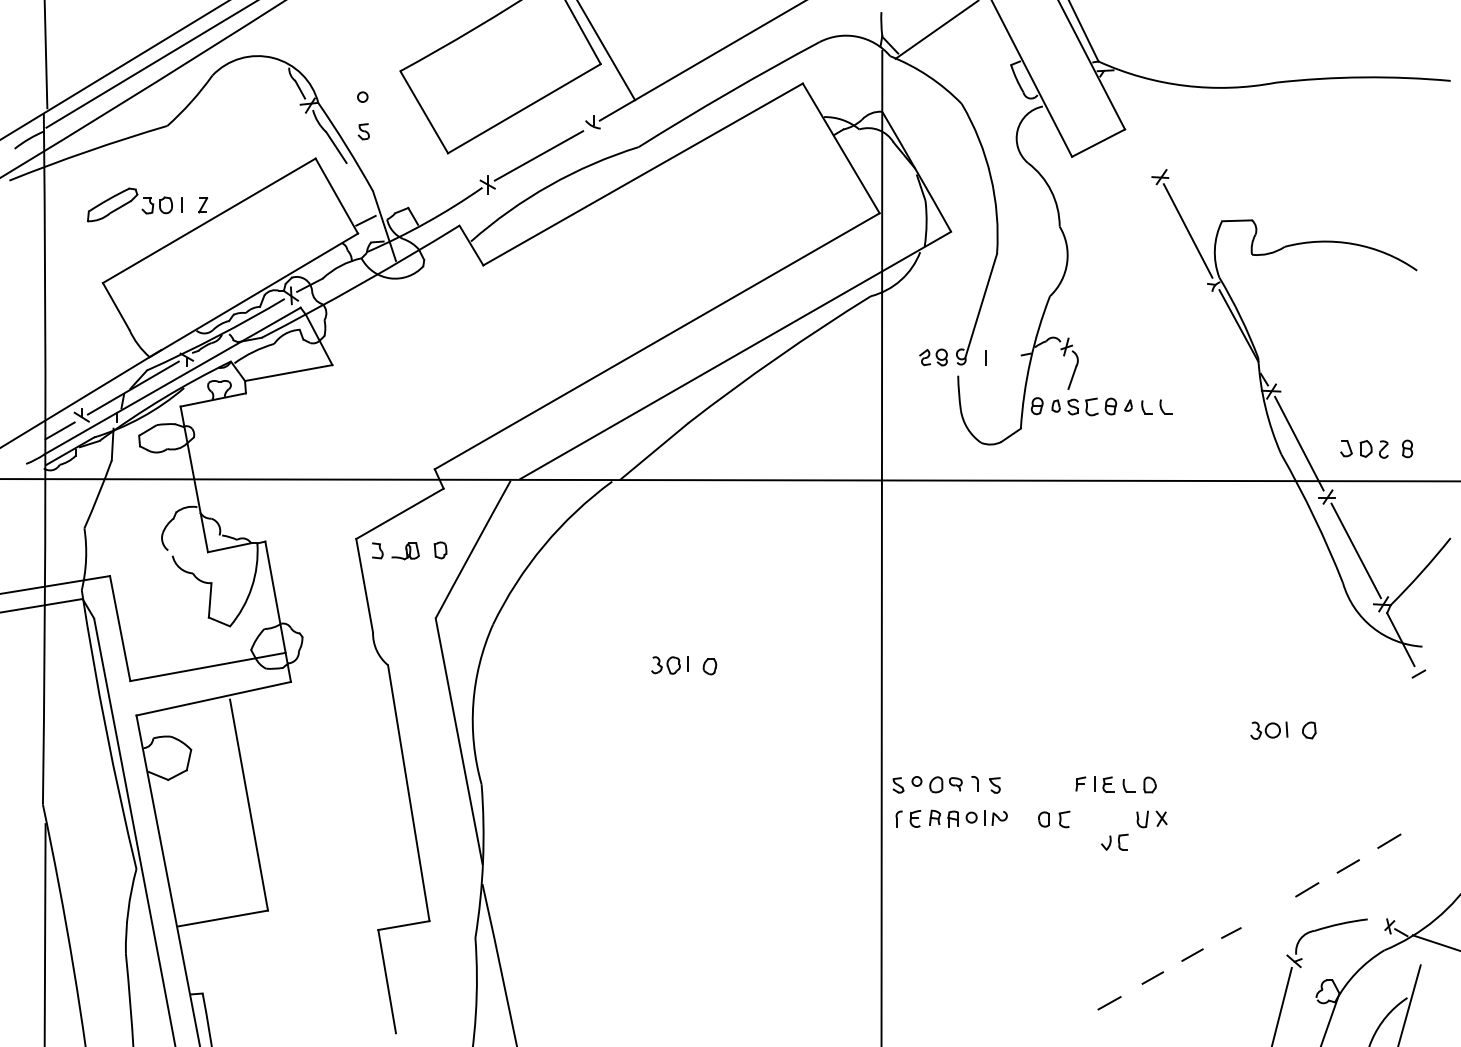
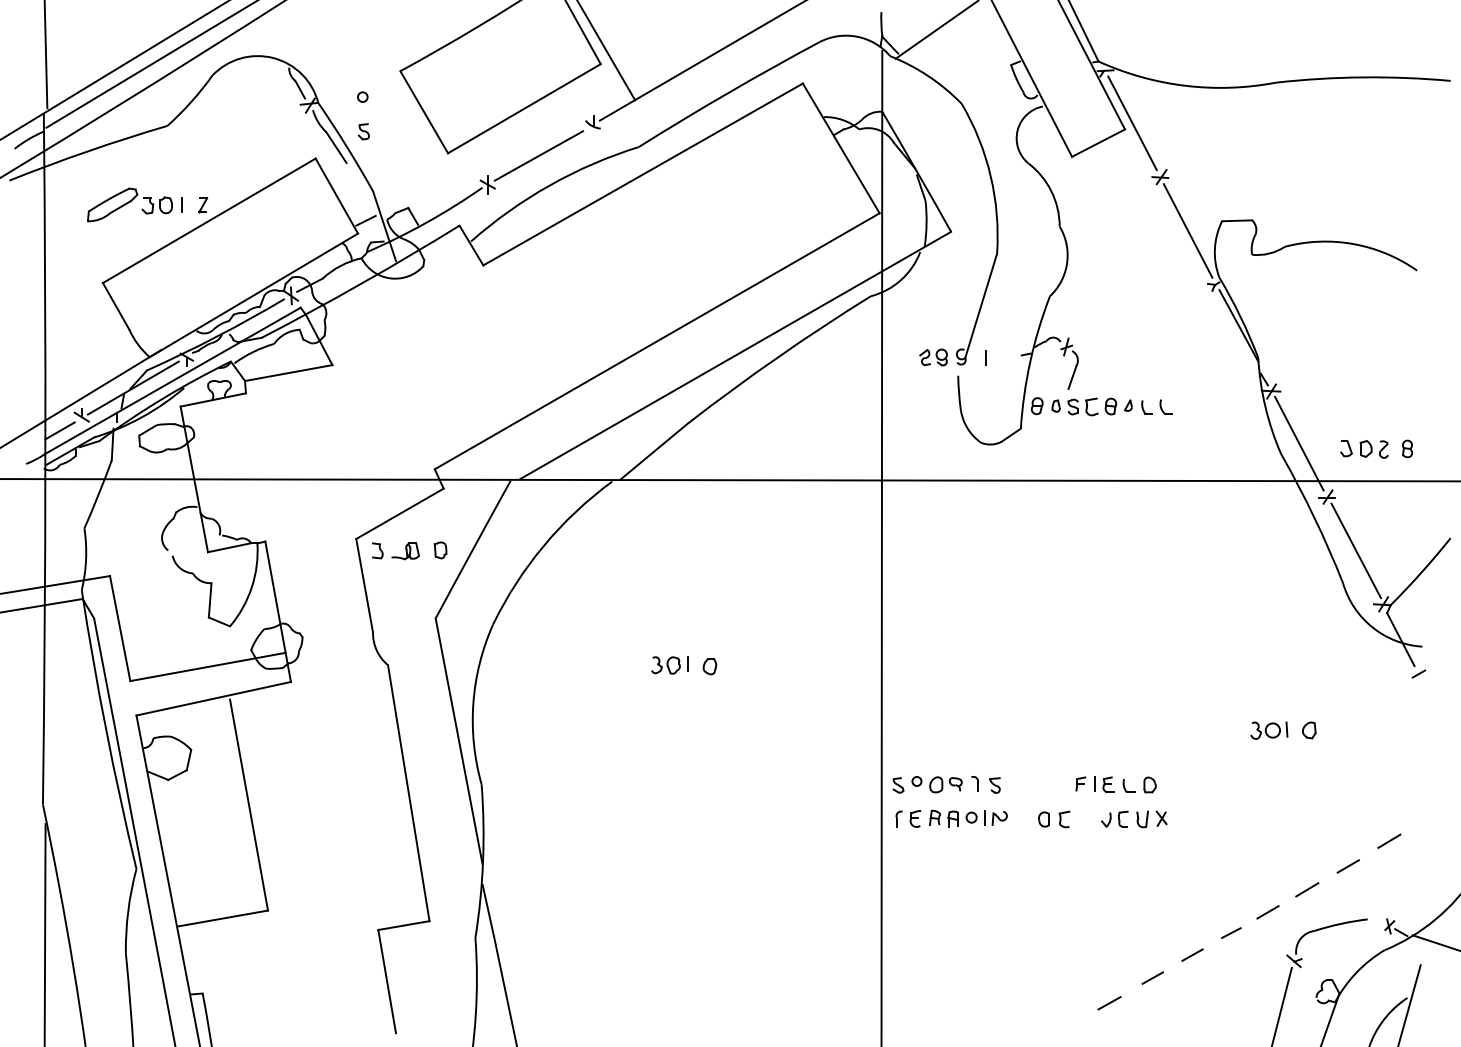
line at (1132, 123): none -> present
part at (1114, 841) position: (1114, 841) -> (1114, 818)
line at (1267, 912): none -> present
